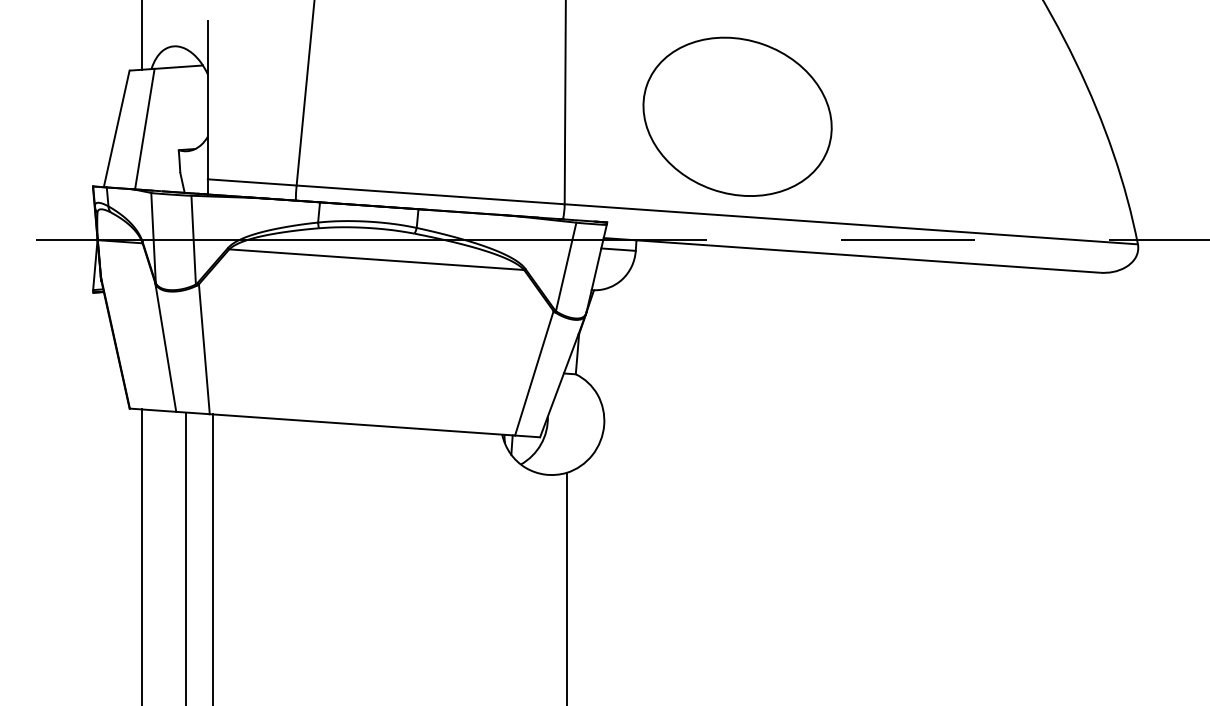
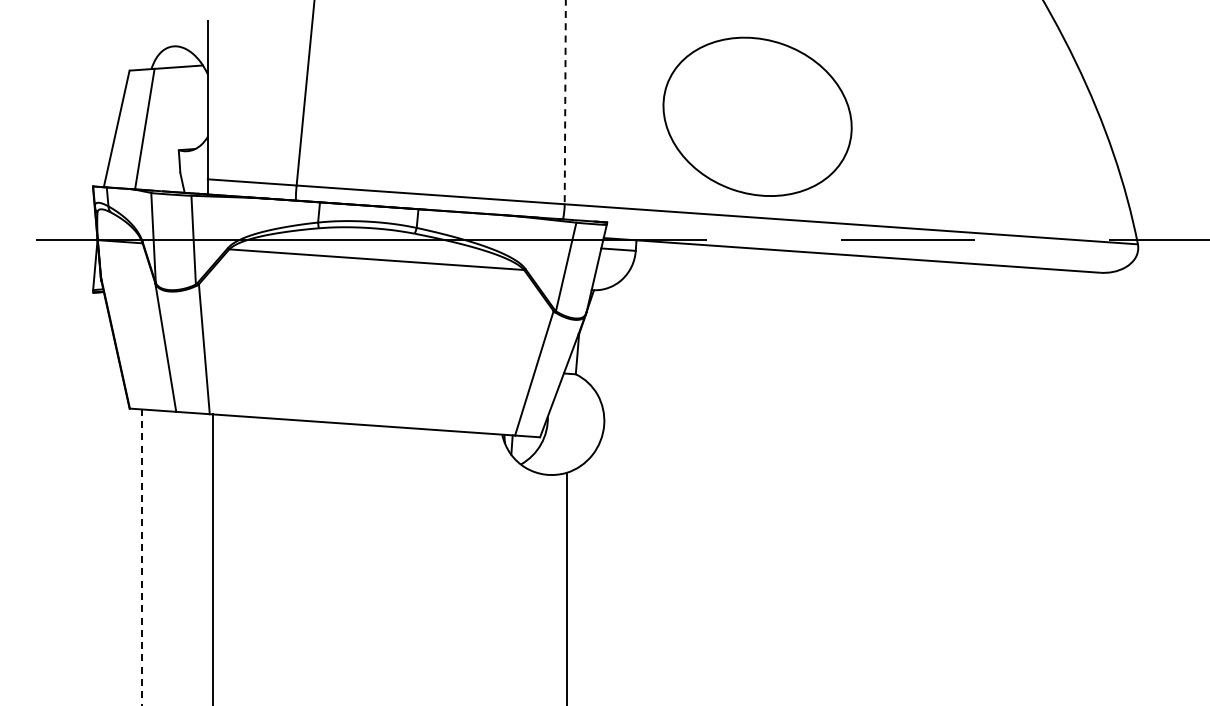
line at (141, 35): present -> none
line at (565, 102): solid -> dashed
part at (737, 116) position: (737, 116) -> (757, 116)
line at (141, 557): solid -> dashed
line at (186, 557): present -> none
